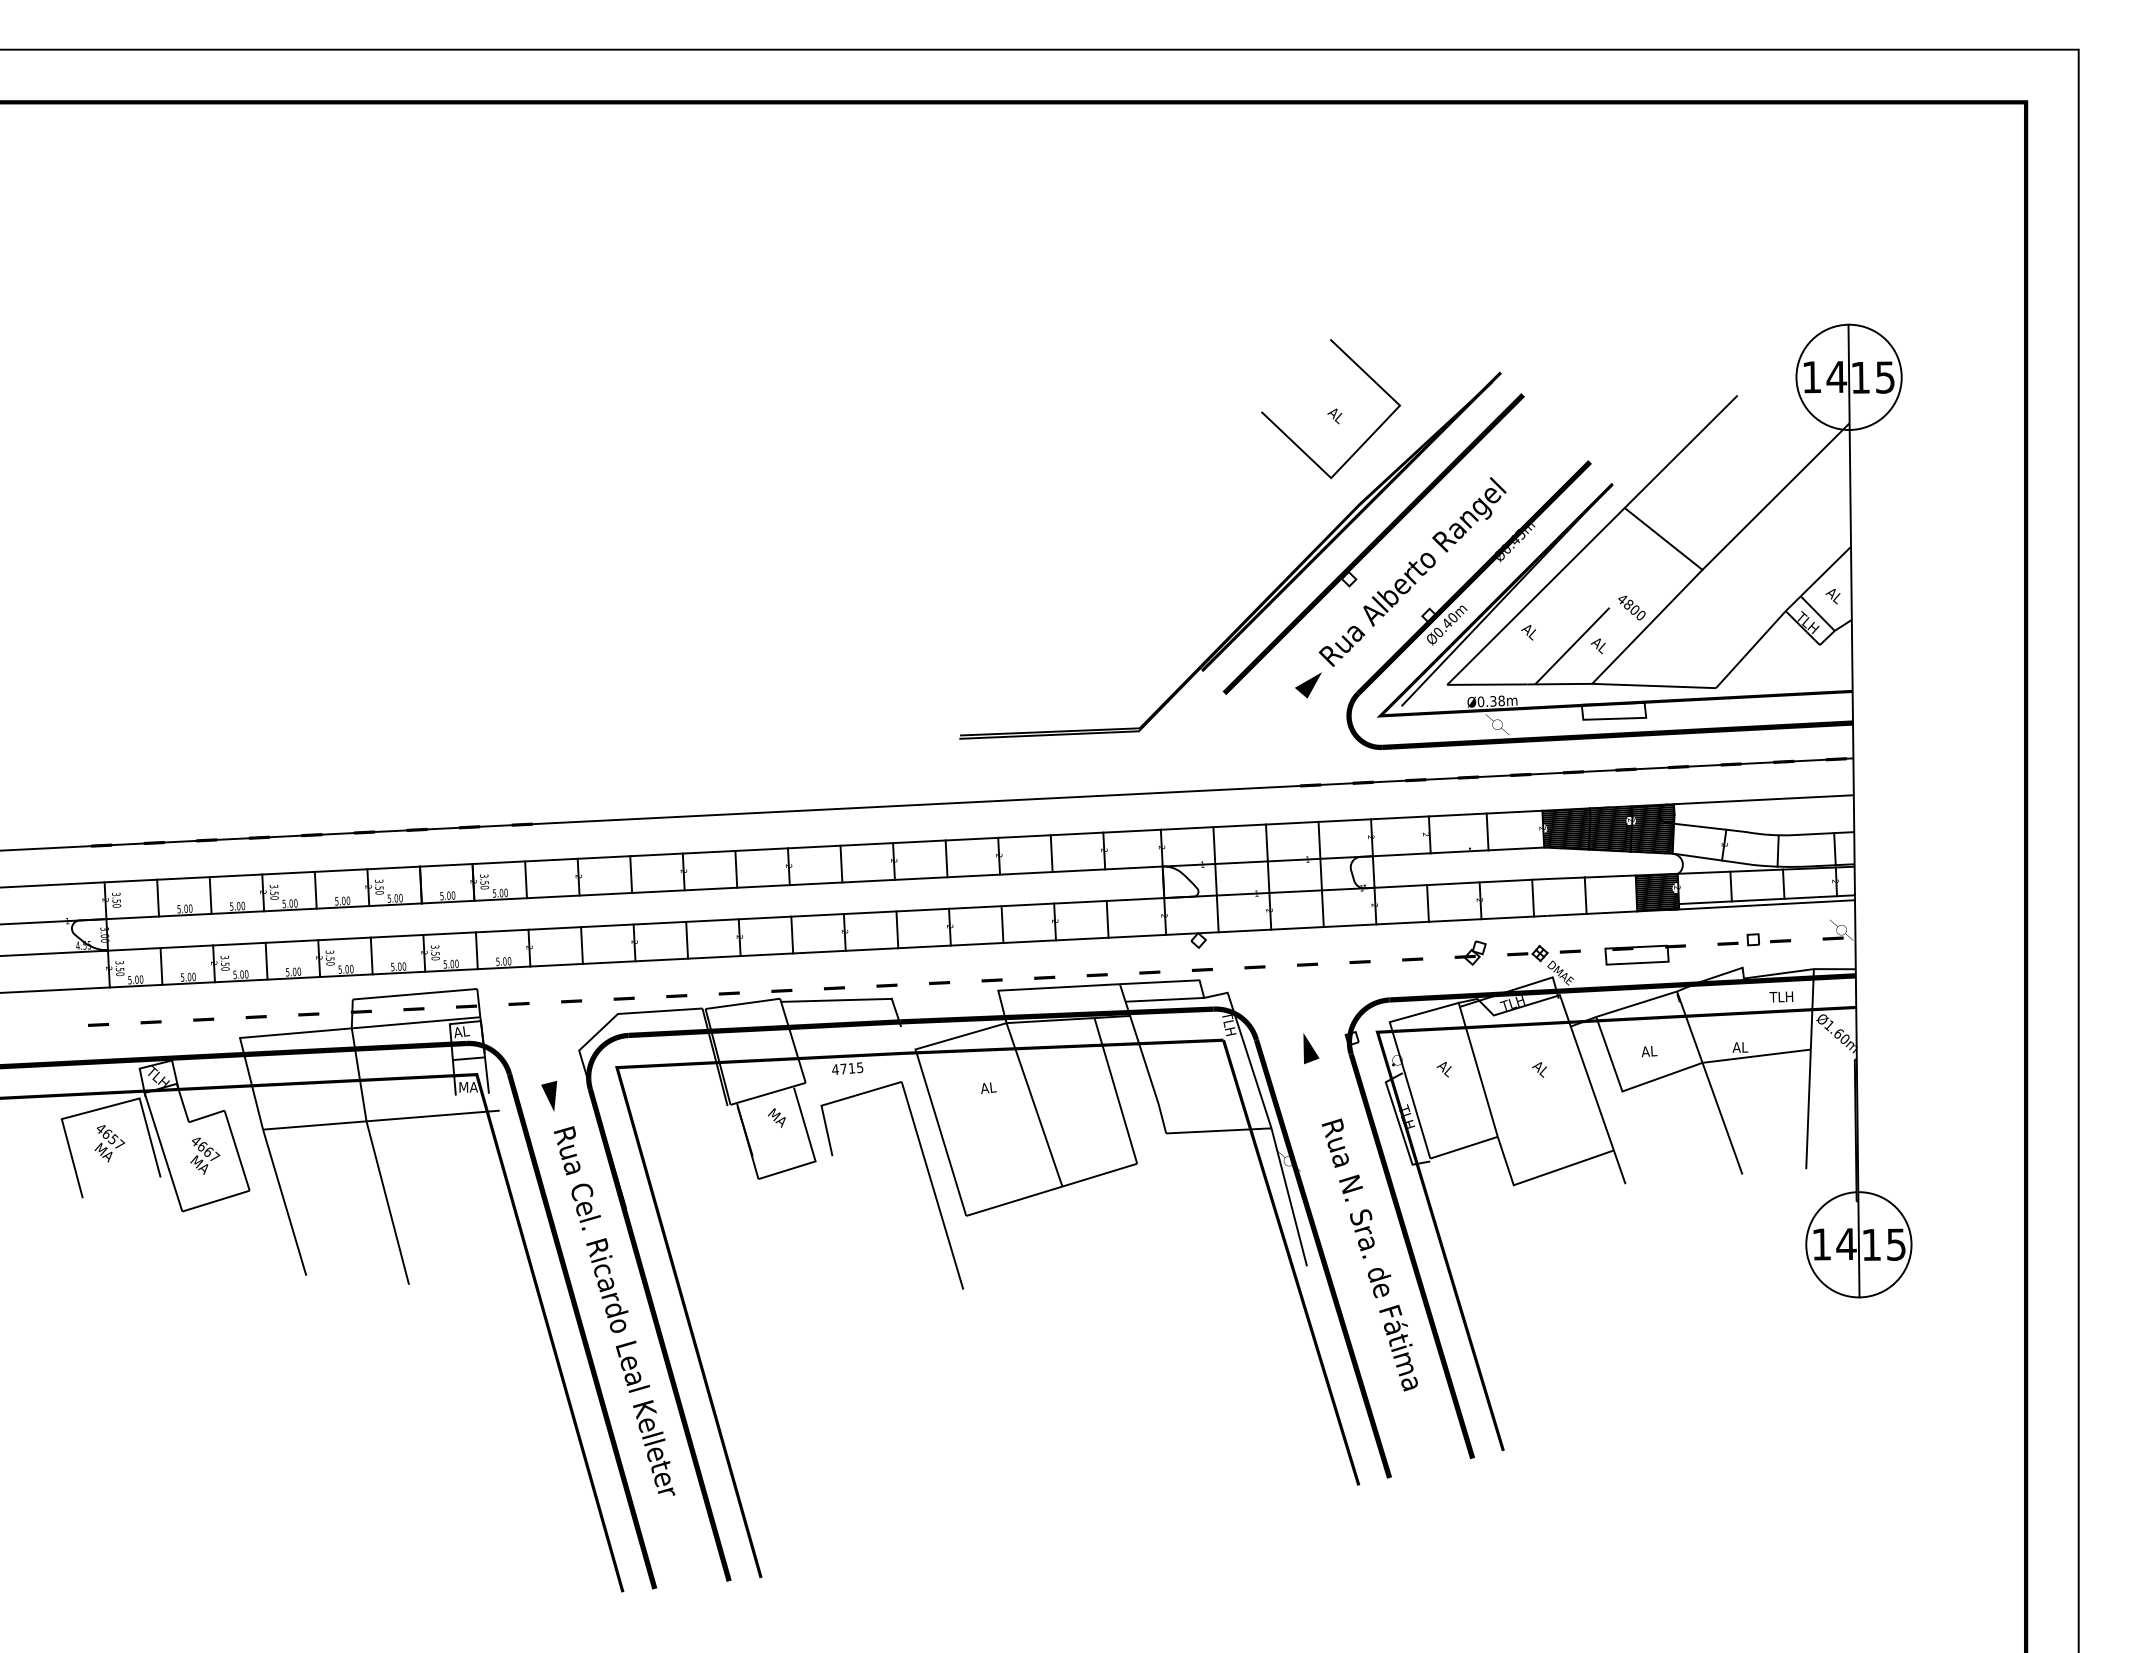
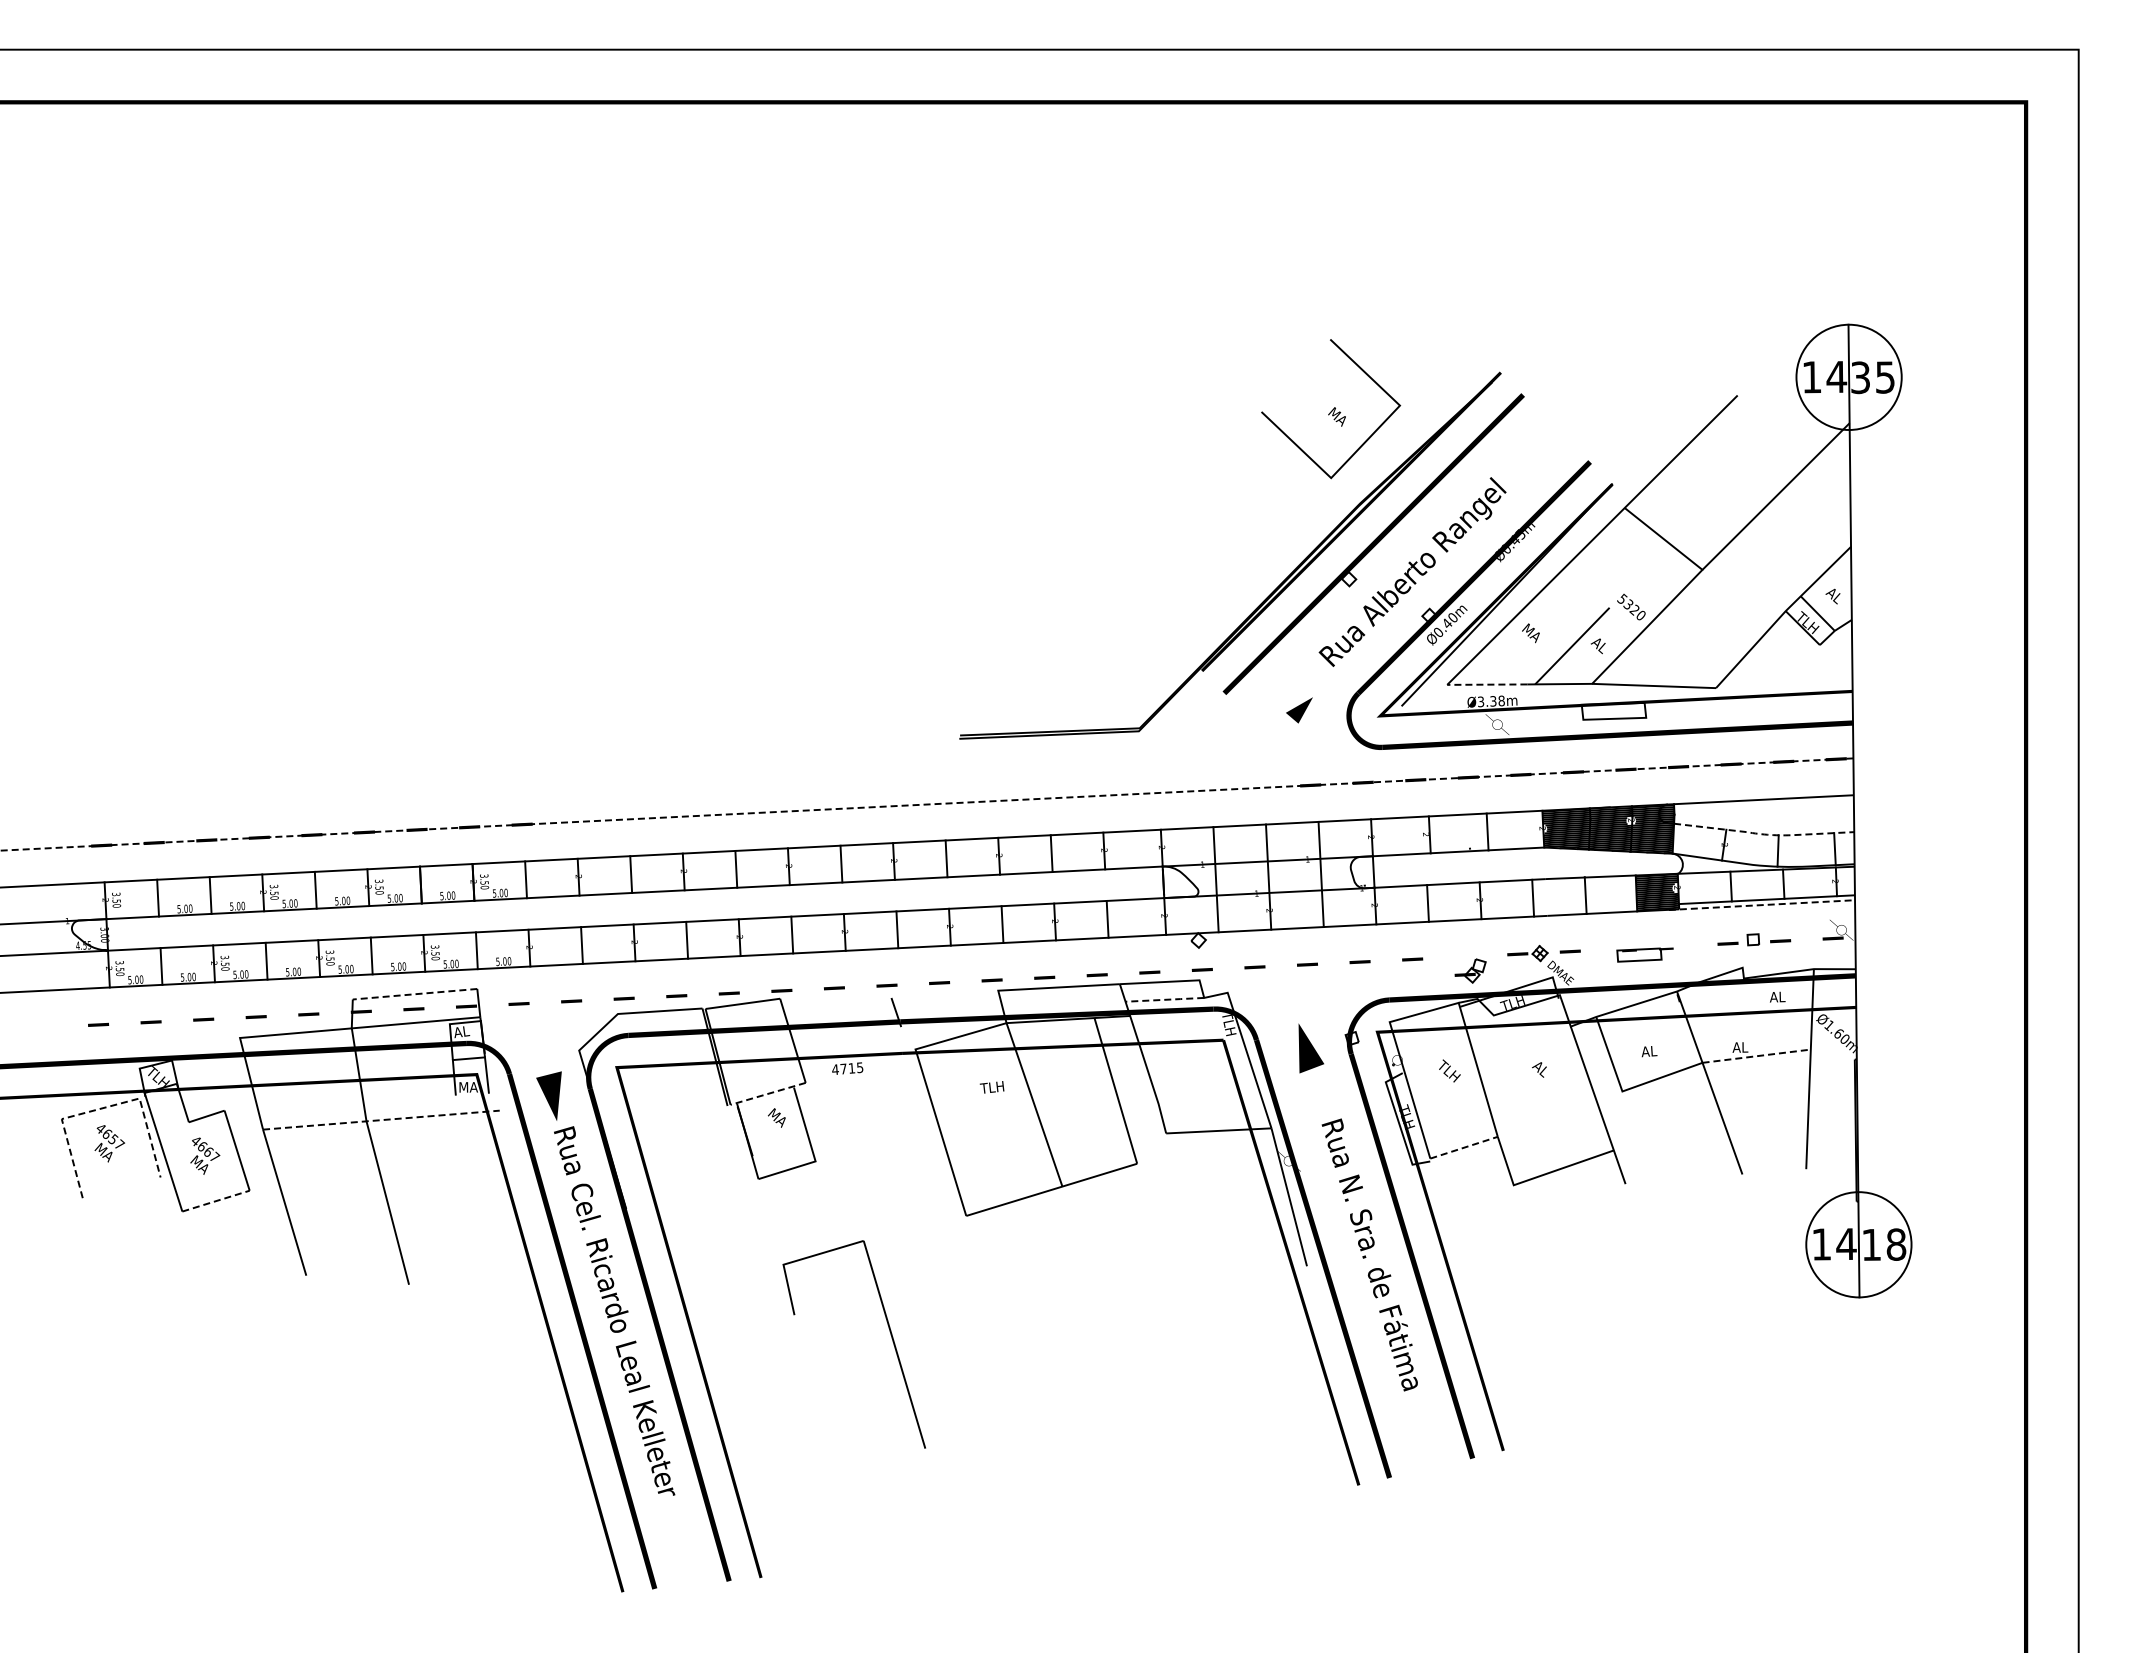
text at (1860, 377): 15 -> 35
text at (1336, 416): AL -> MA
text at (1628, 604): 4800 -> 5320
text at (1530, 633): AL -> MA
line at (1486, 684): solid -> dashed
part at (1308, 685) position: (1308, 685) -> (1299, 710)
text at (1480, 701): Ø0.38m -> Ø3.38m
line at (926, 804): solid -> dashed
line at (1765, 834): solid -> dashed
line at (1762, 905): solid -> dashed
part at (1470, 952) position: (1470, 952) -> (1470, 970)
part at (1644, 954) size: 82x22 px -> 58x16 px
line at (414, 994): solid -> dashed
text at (1781, 996): TLH -> AL
line at (836, 999): present -> none
line at (1164, 999): solid -> dashed
part at (1311, 1048) size: 17x32 px -> 27x51 px
line at (1756, 1056): solid -> dashed
text at (1448, 1070): AL -> TLH
text at (991, 1087): AL -> TLH
line at (767, 1094): solid -> dashed
part at (549, 1096) size: 17x31 px -> 26x50 px
line at (101, 1108): solid -> dashed
line at (381, 1120): solid -> dashed
line at (1464, 1147): solid -> dashed
part at (928, 1176) position: (928, 1176) -> (890, 1335)
line at (216, 1201): solid -> dashed
text at (1896, 1244): 15 -> 18
